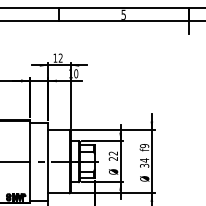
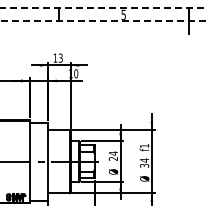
line at (103, 8): solid -> dashed
line at (103, 21): solid -> dashed
text at (60, 58): 12 -> 13
text at (144, 146): f9 -> f1
text at (112, 153): 22 -> 24
